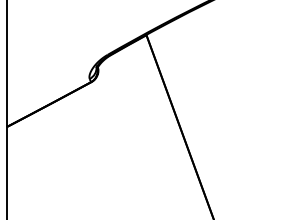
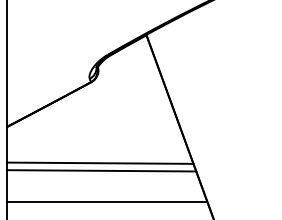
line at (99, 162): none -> present
line at (101, 170): none -> present
line at (106, 201): none -> present
